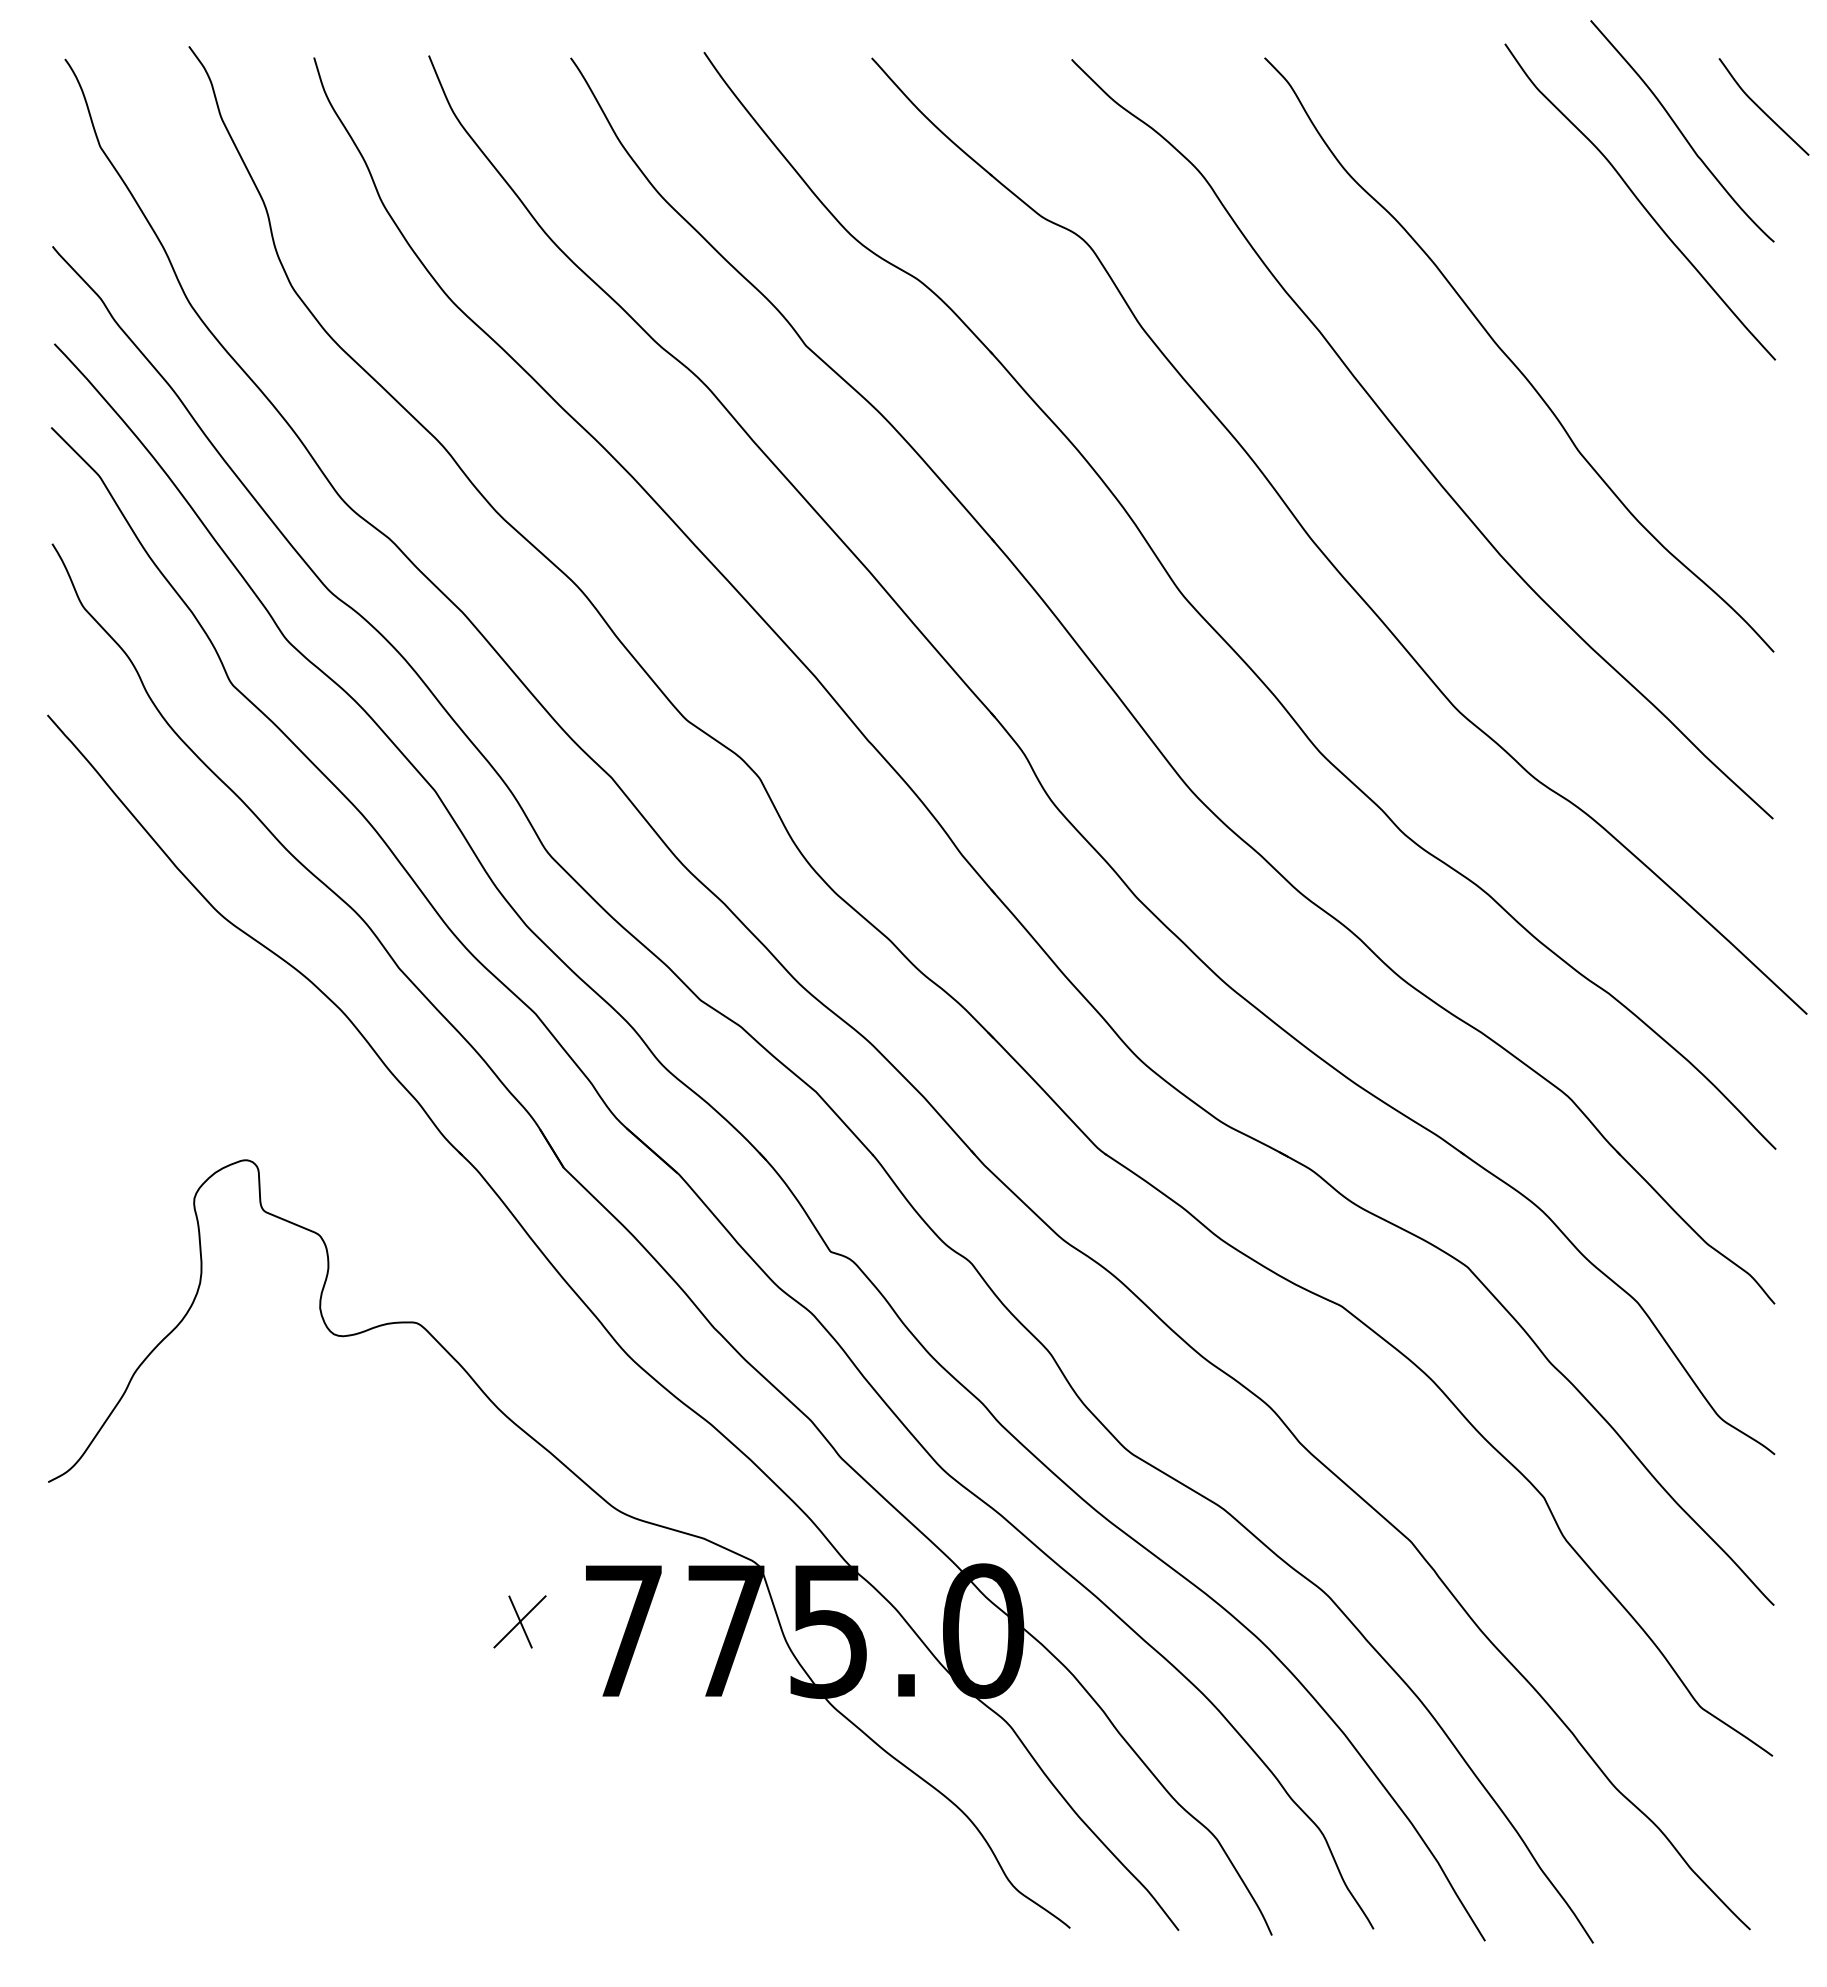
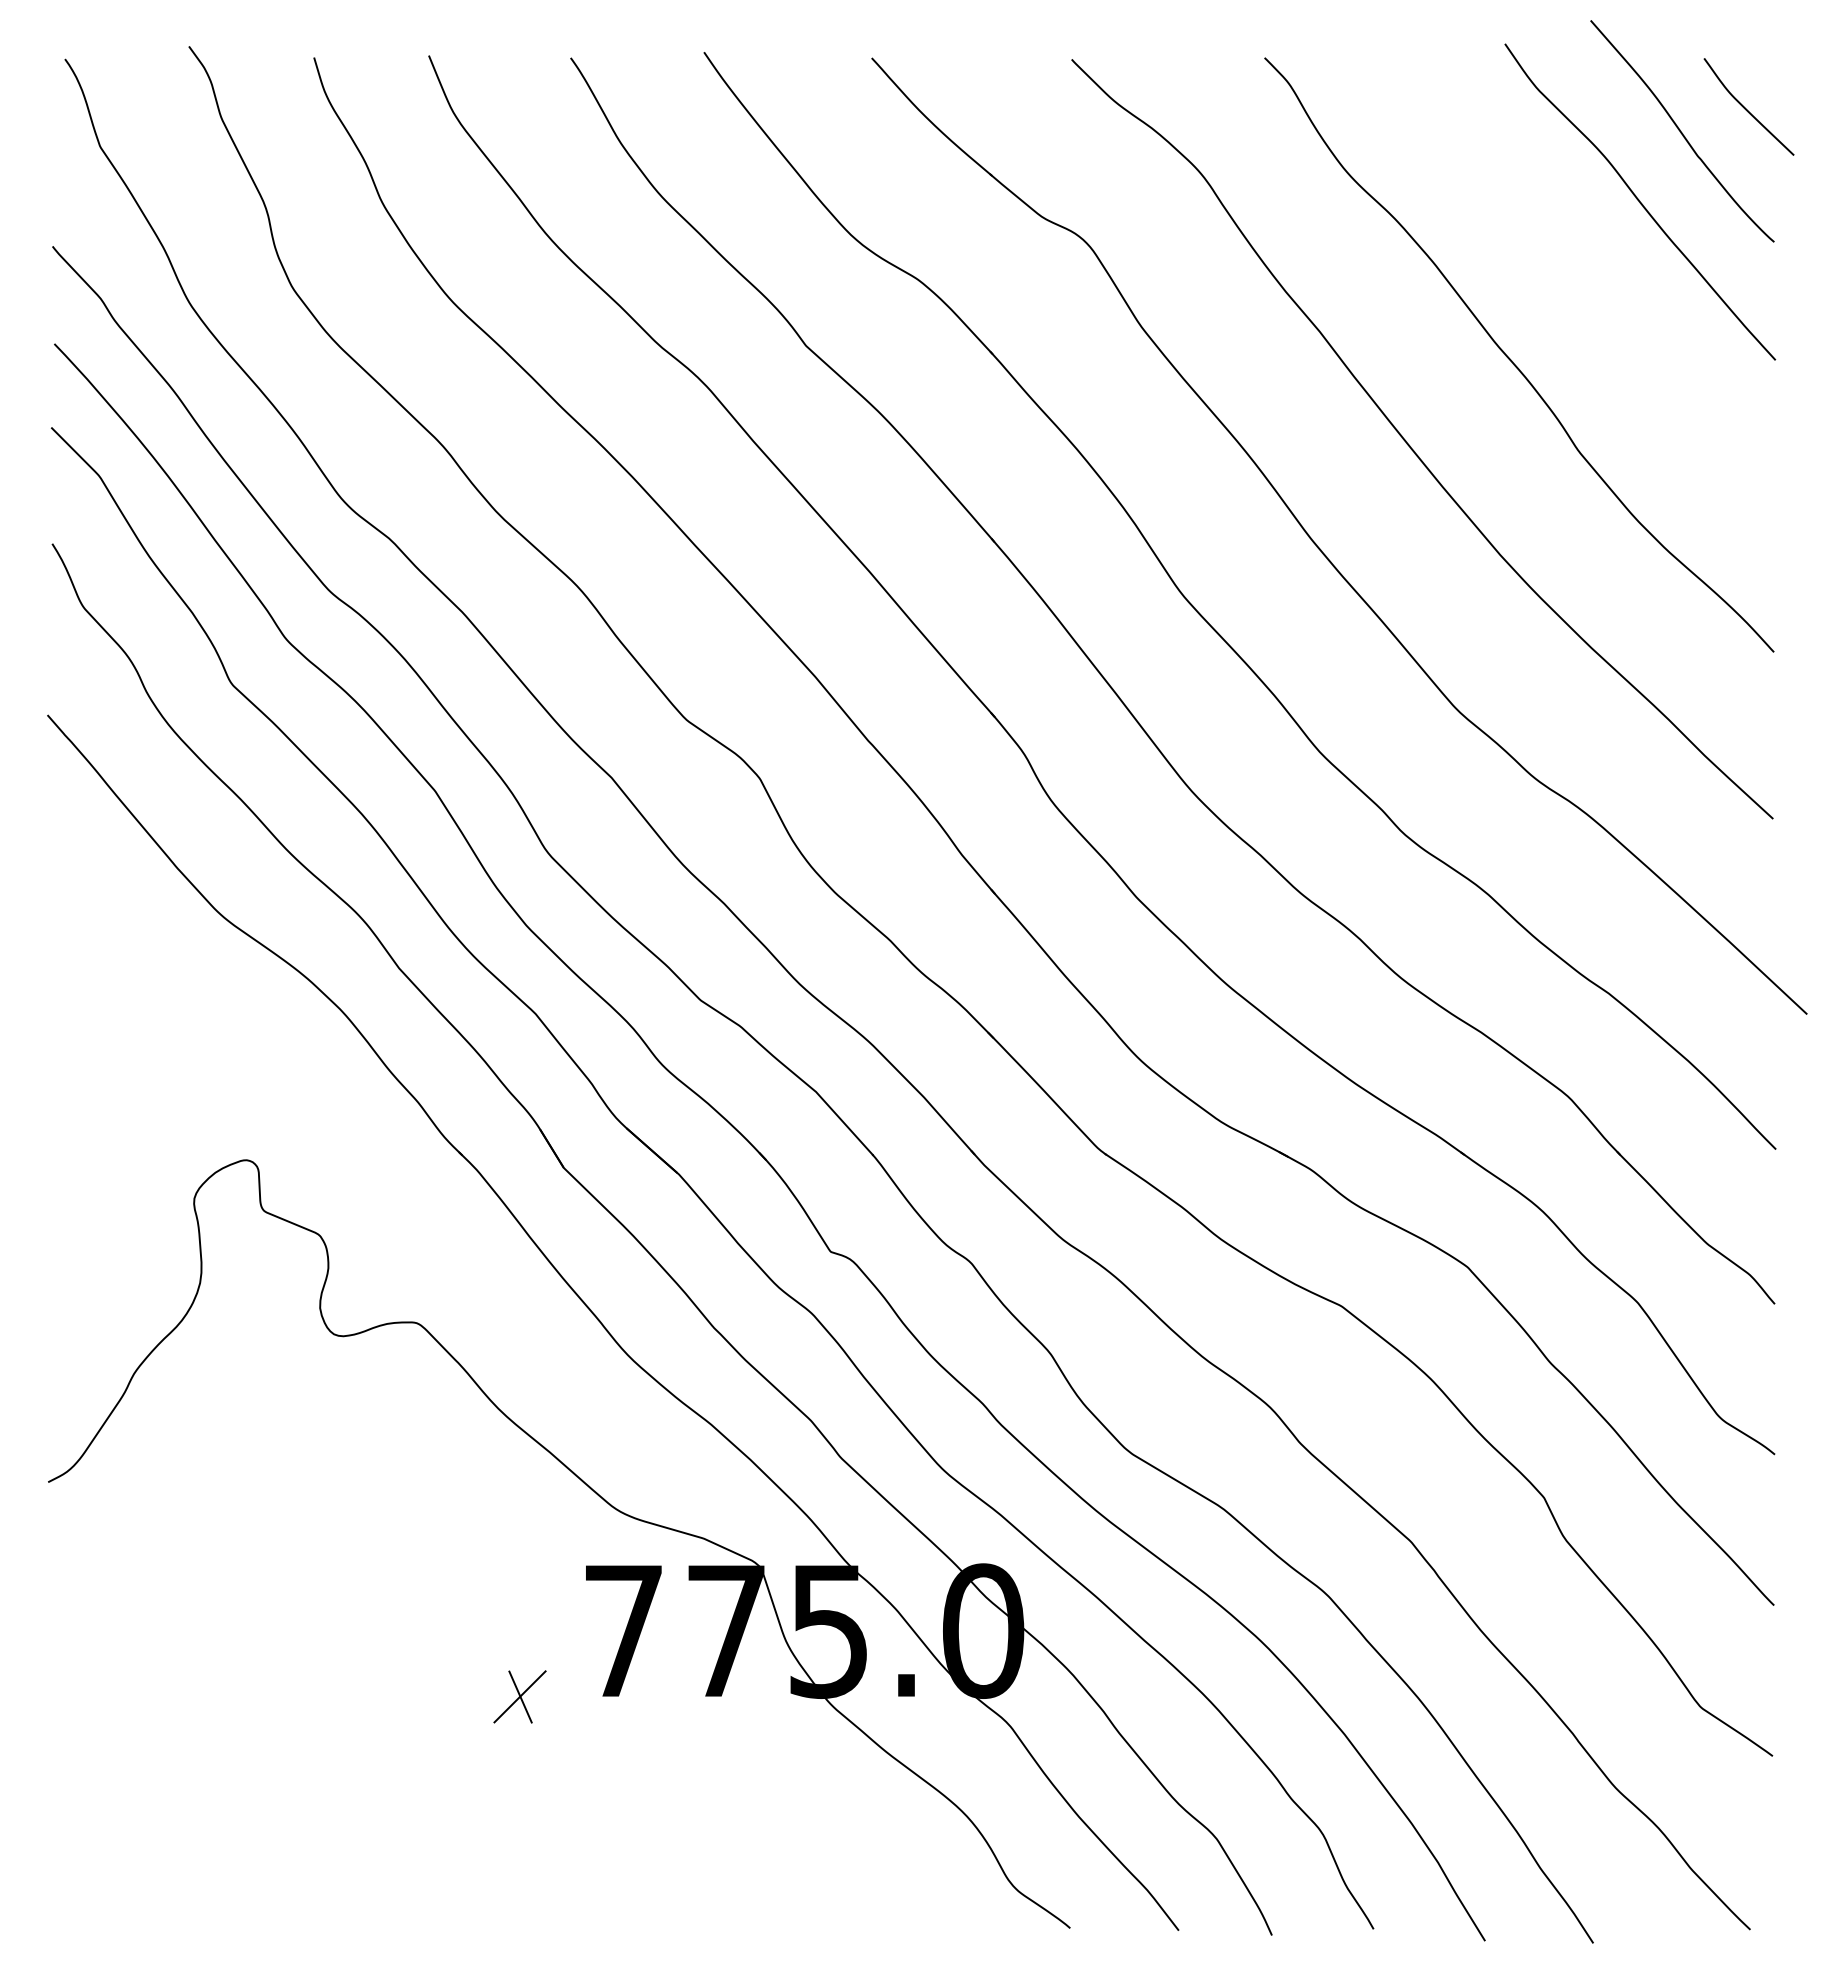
curve at (1761, 108) position: (1761, 108) -> (1746, 108)
part at (519, 1621) position: (519, 1621) -> (519, 1696)
